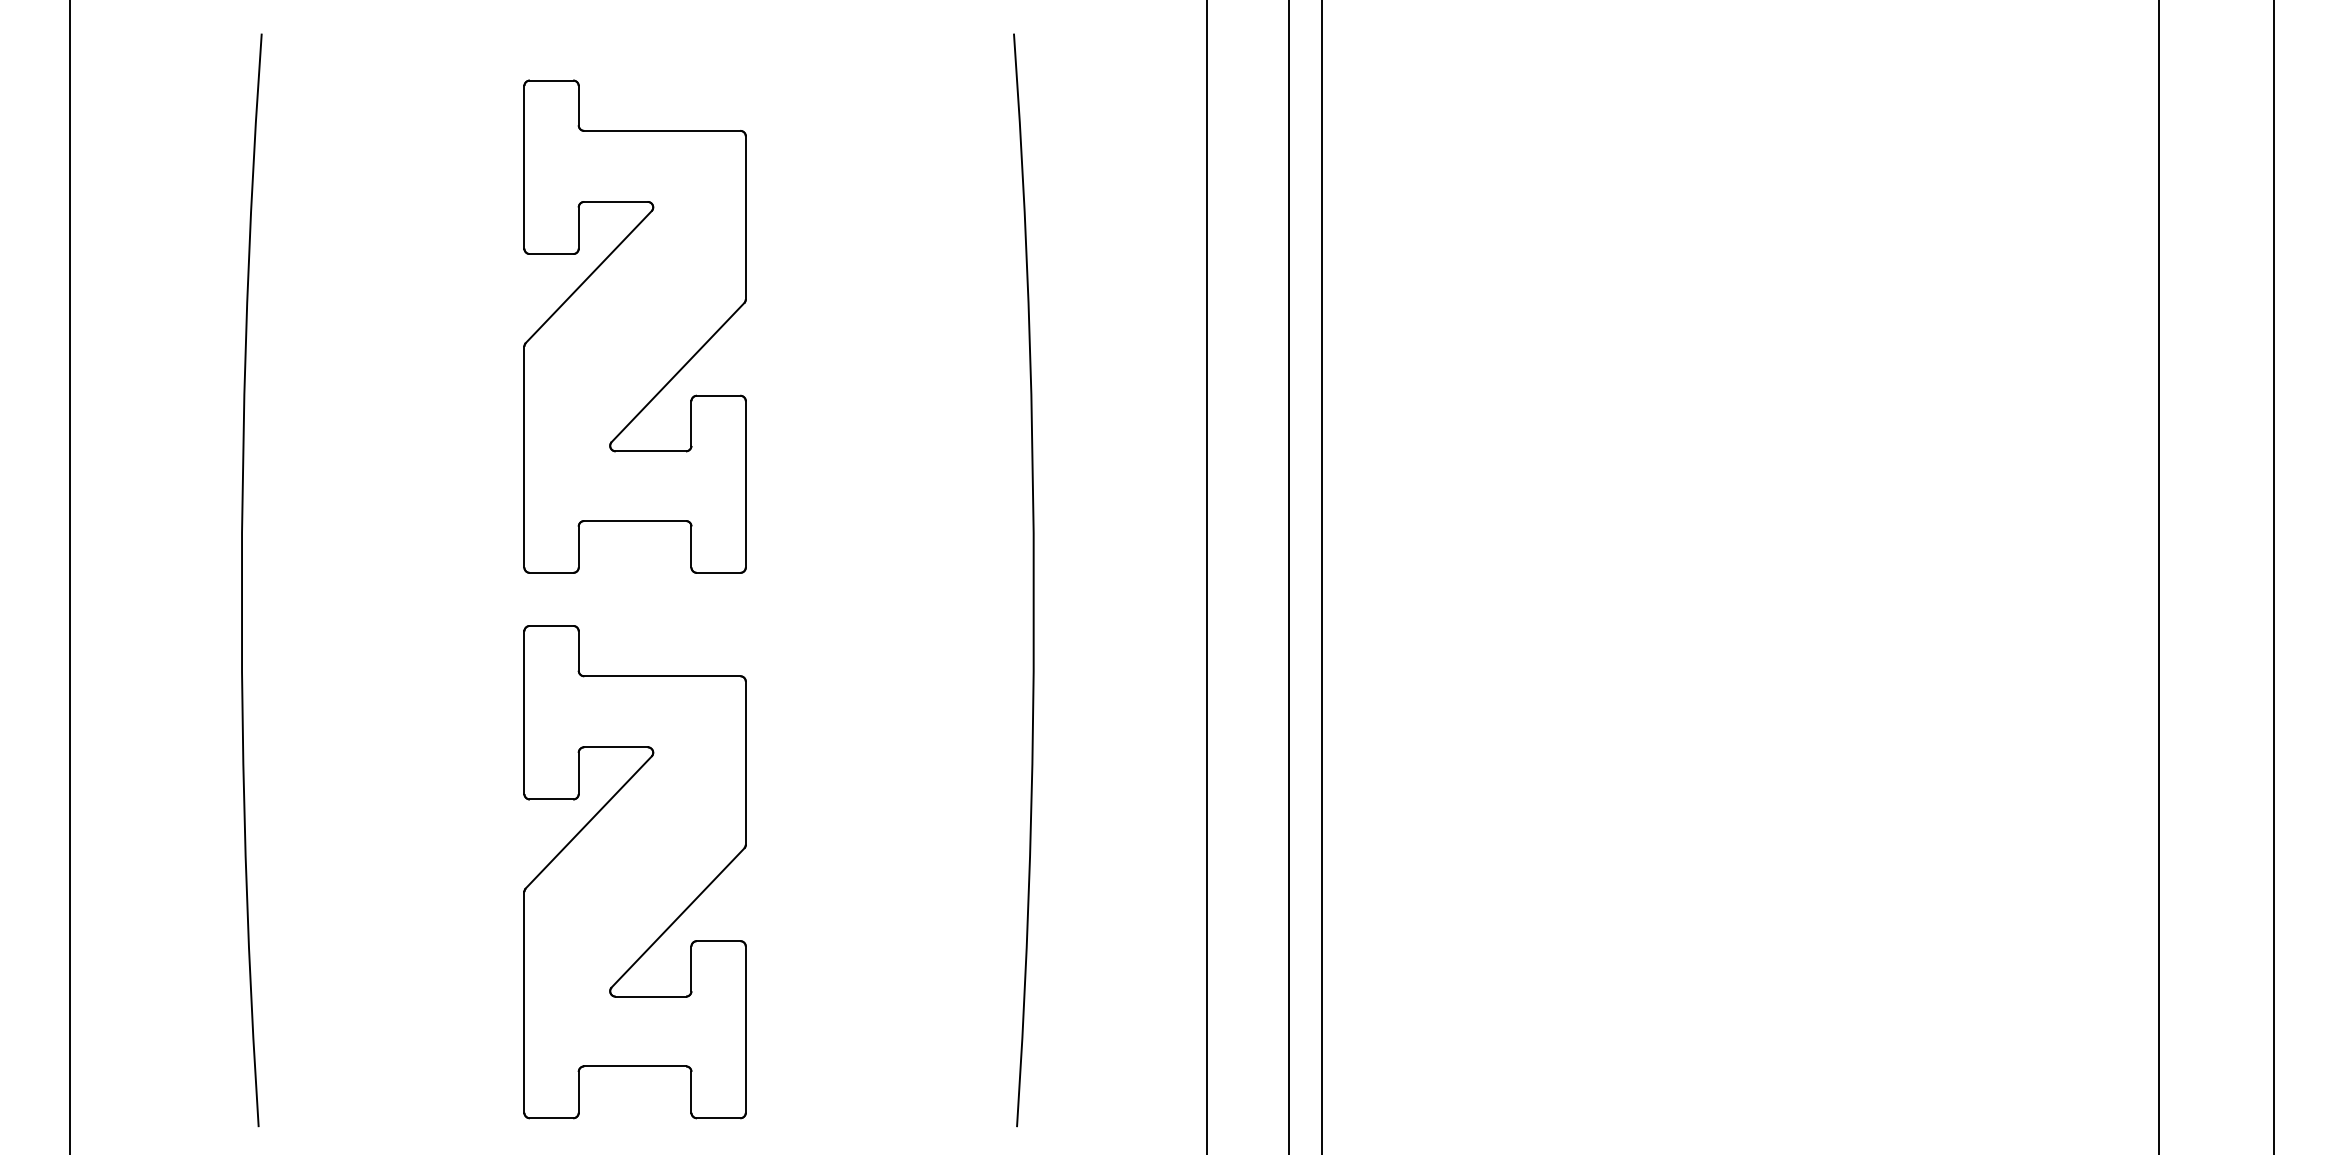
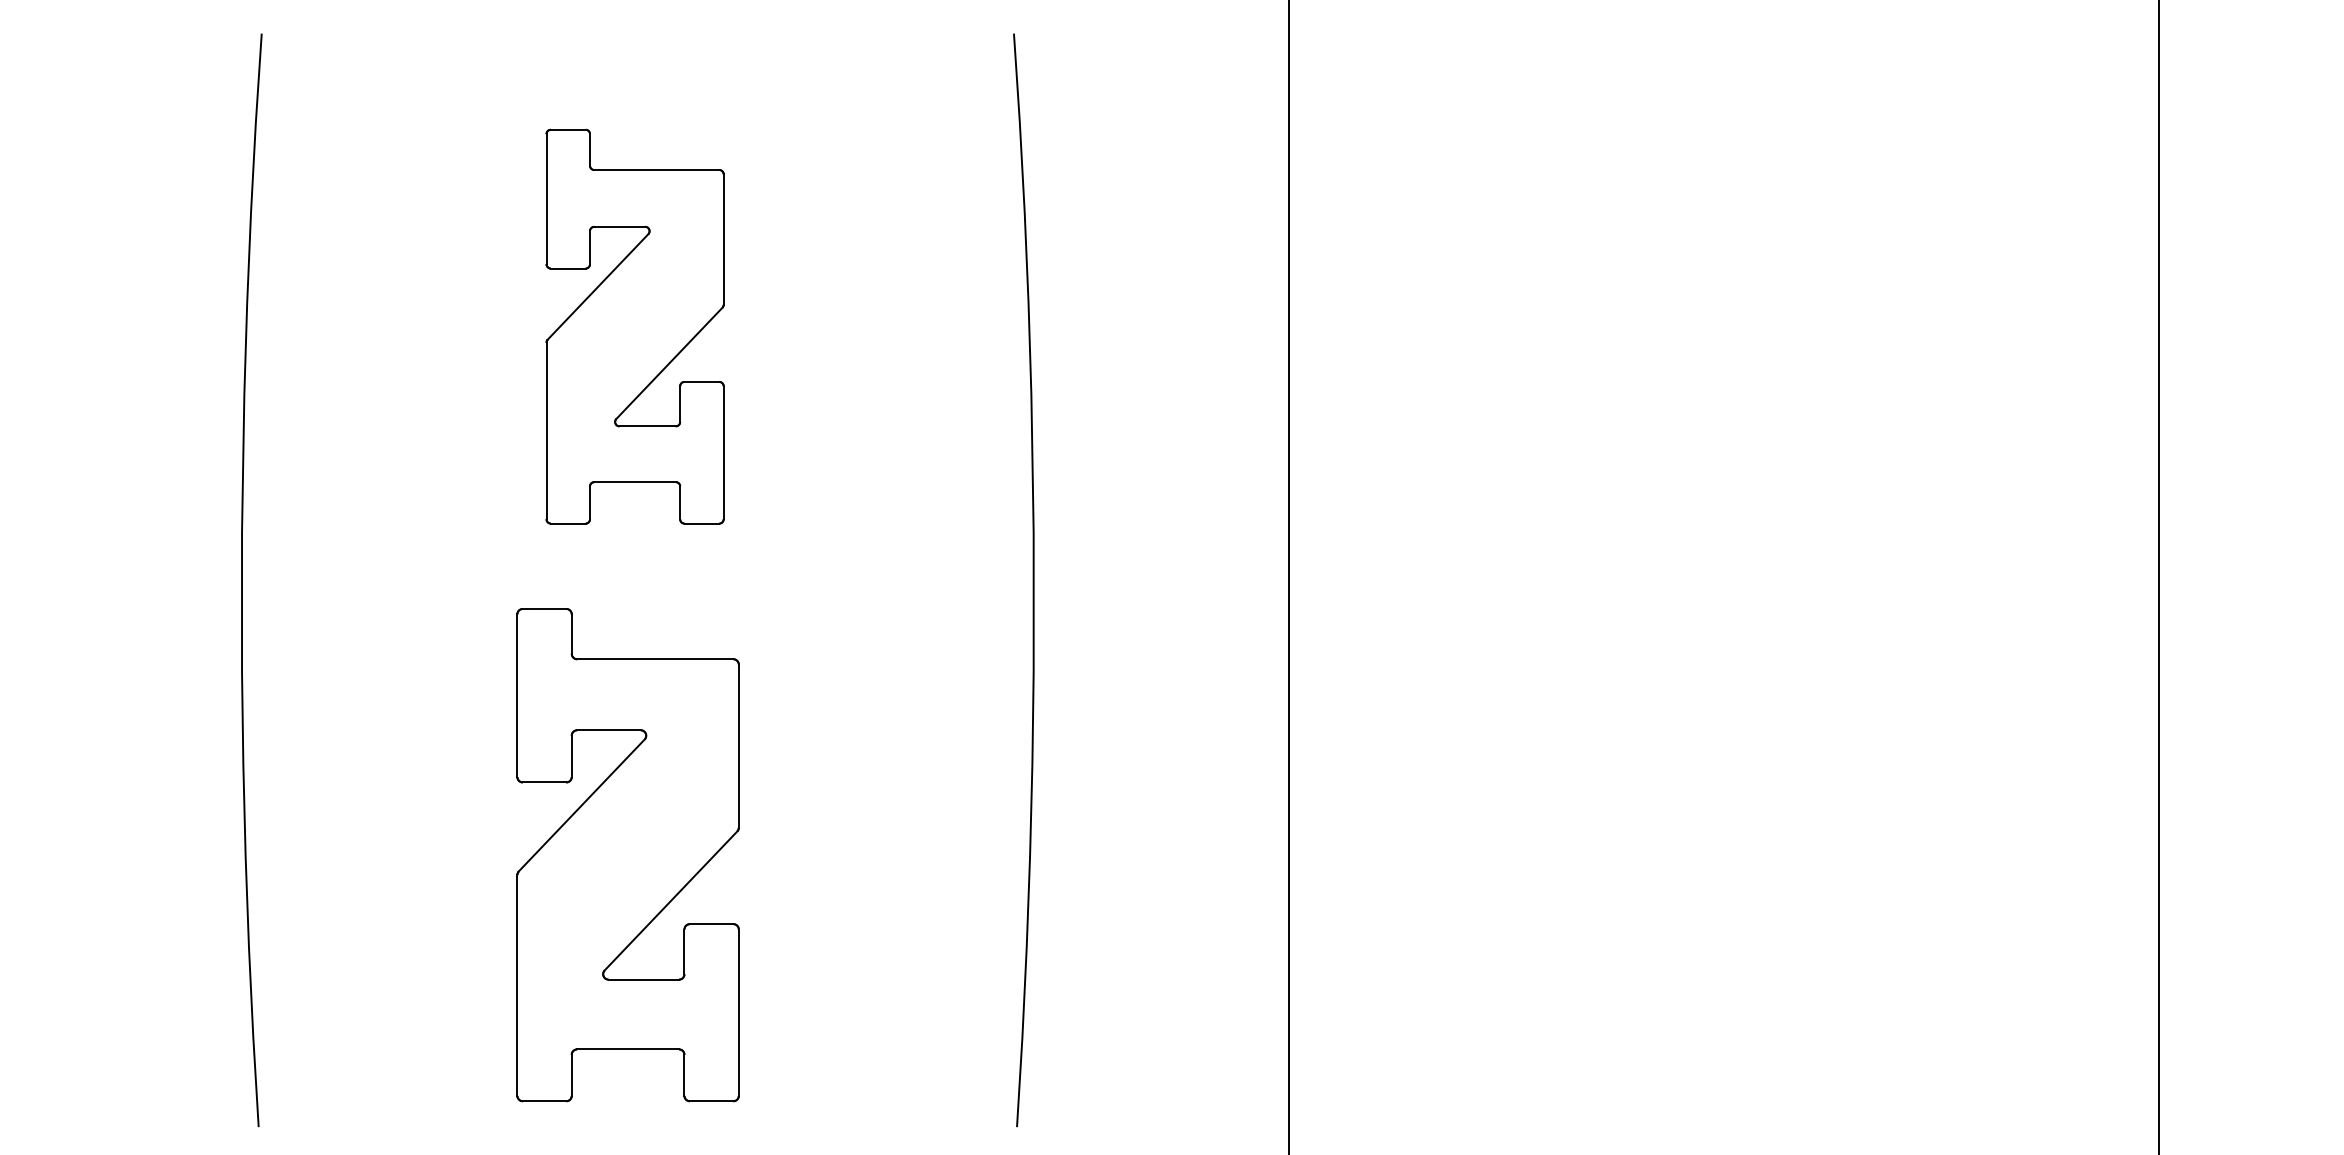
part at (634, 326) size: 224x495 px -> 180x397 px
line at (70, 576): present -> none
line at (1206, 576): present -> none
line at (1321, 576): present -> none
line at (2273, 576): present -> none
part at (634, 872) position: (634, 872) -> (627, 855)
